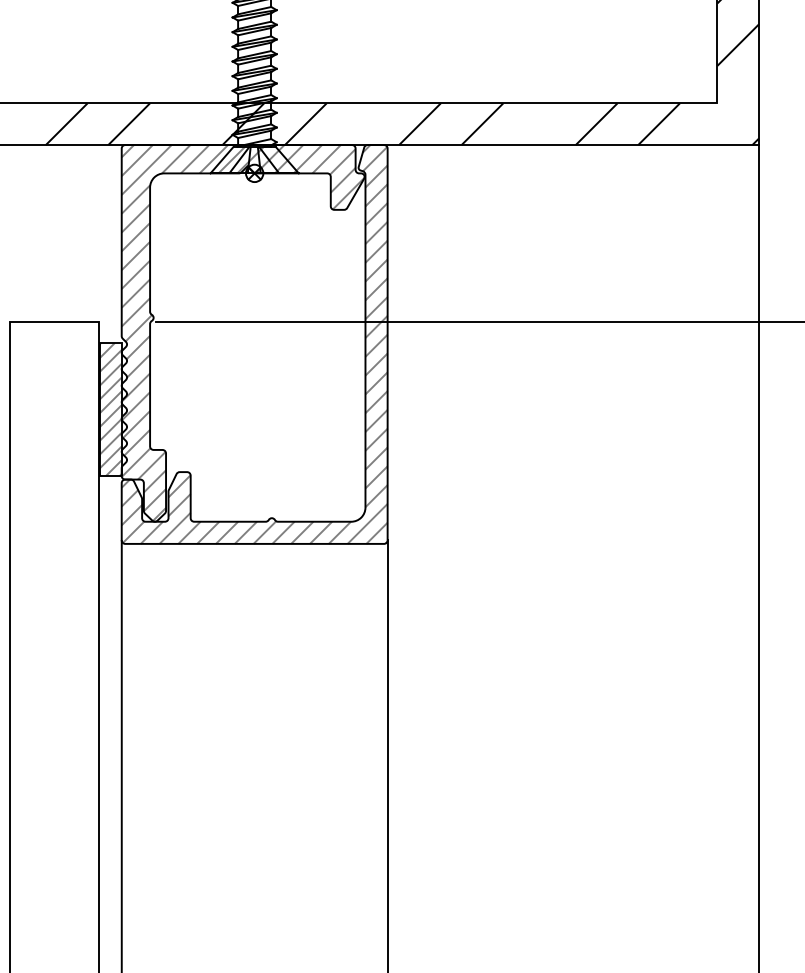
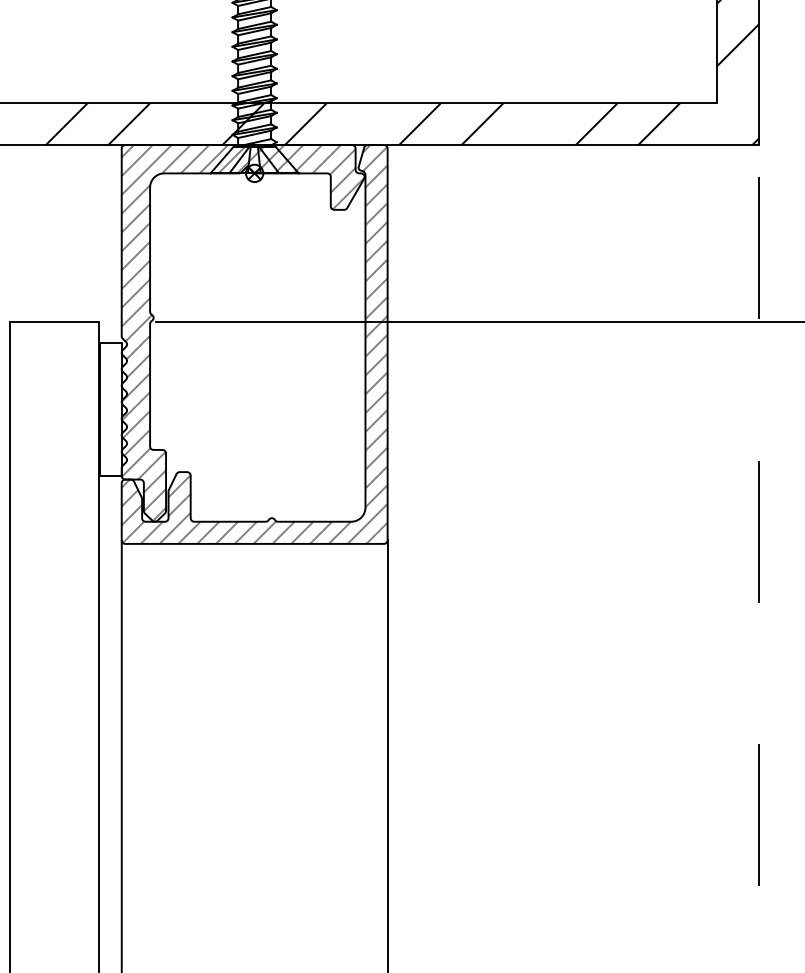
hatch at (110, 409): present -> none
line at (759, 558): solid -> dashed
